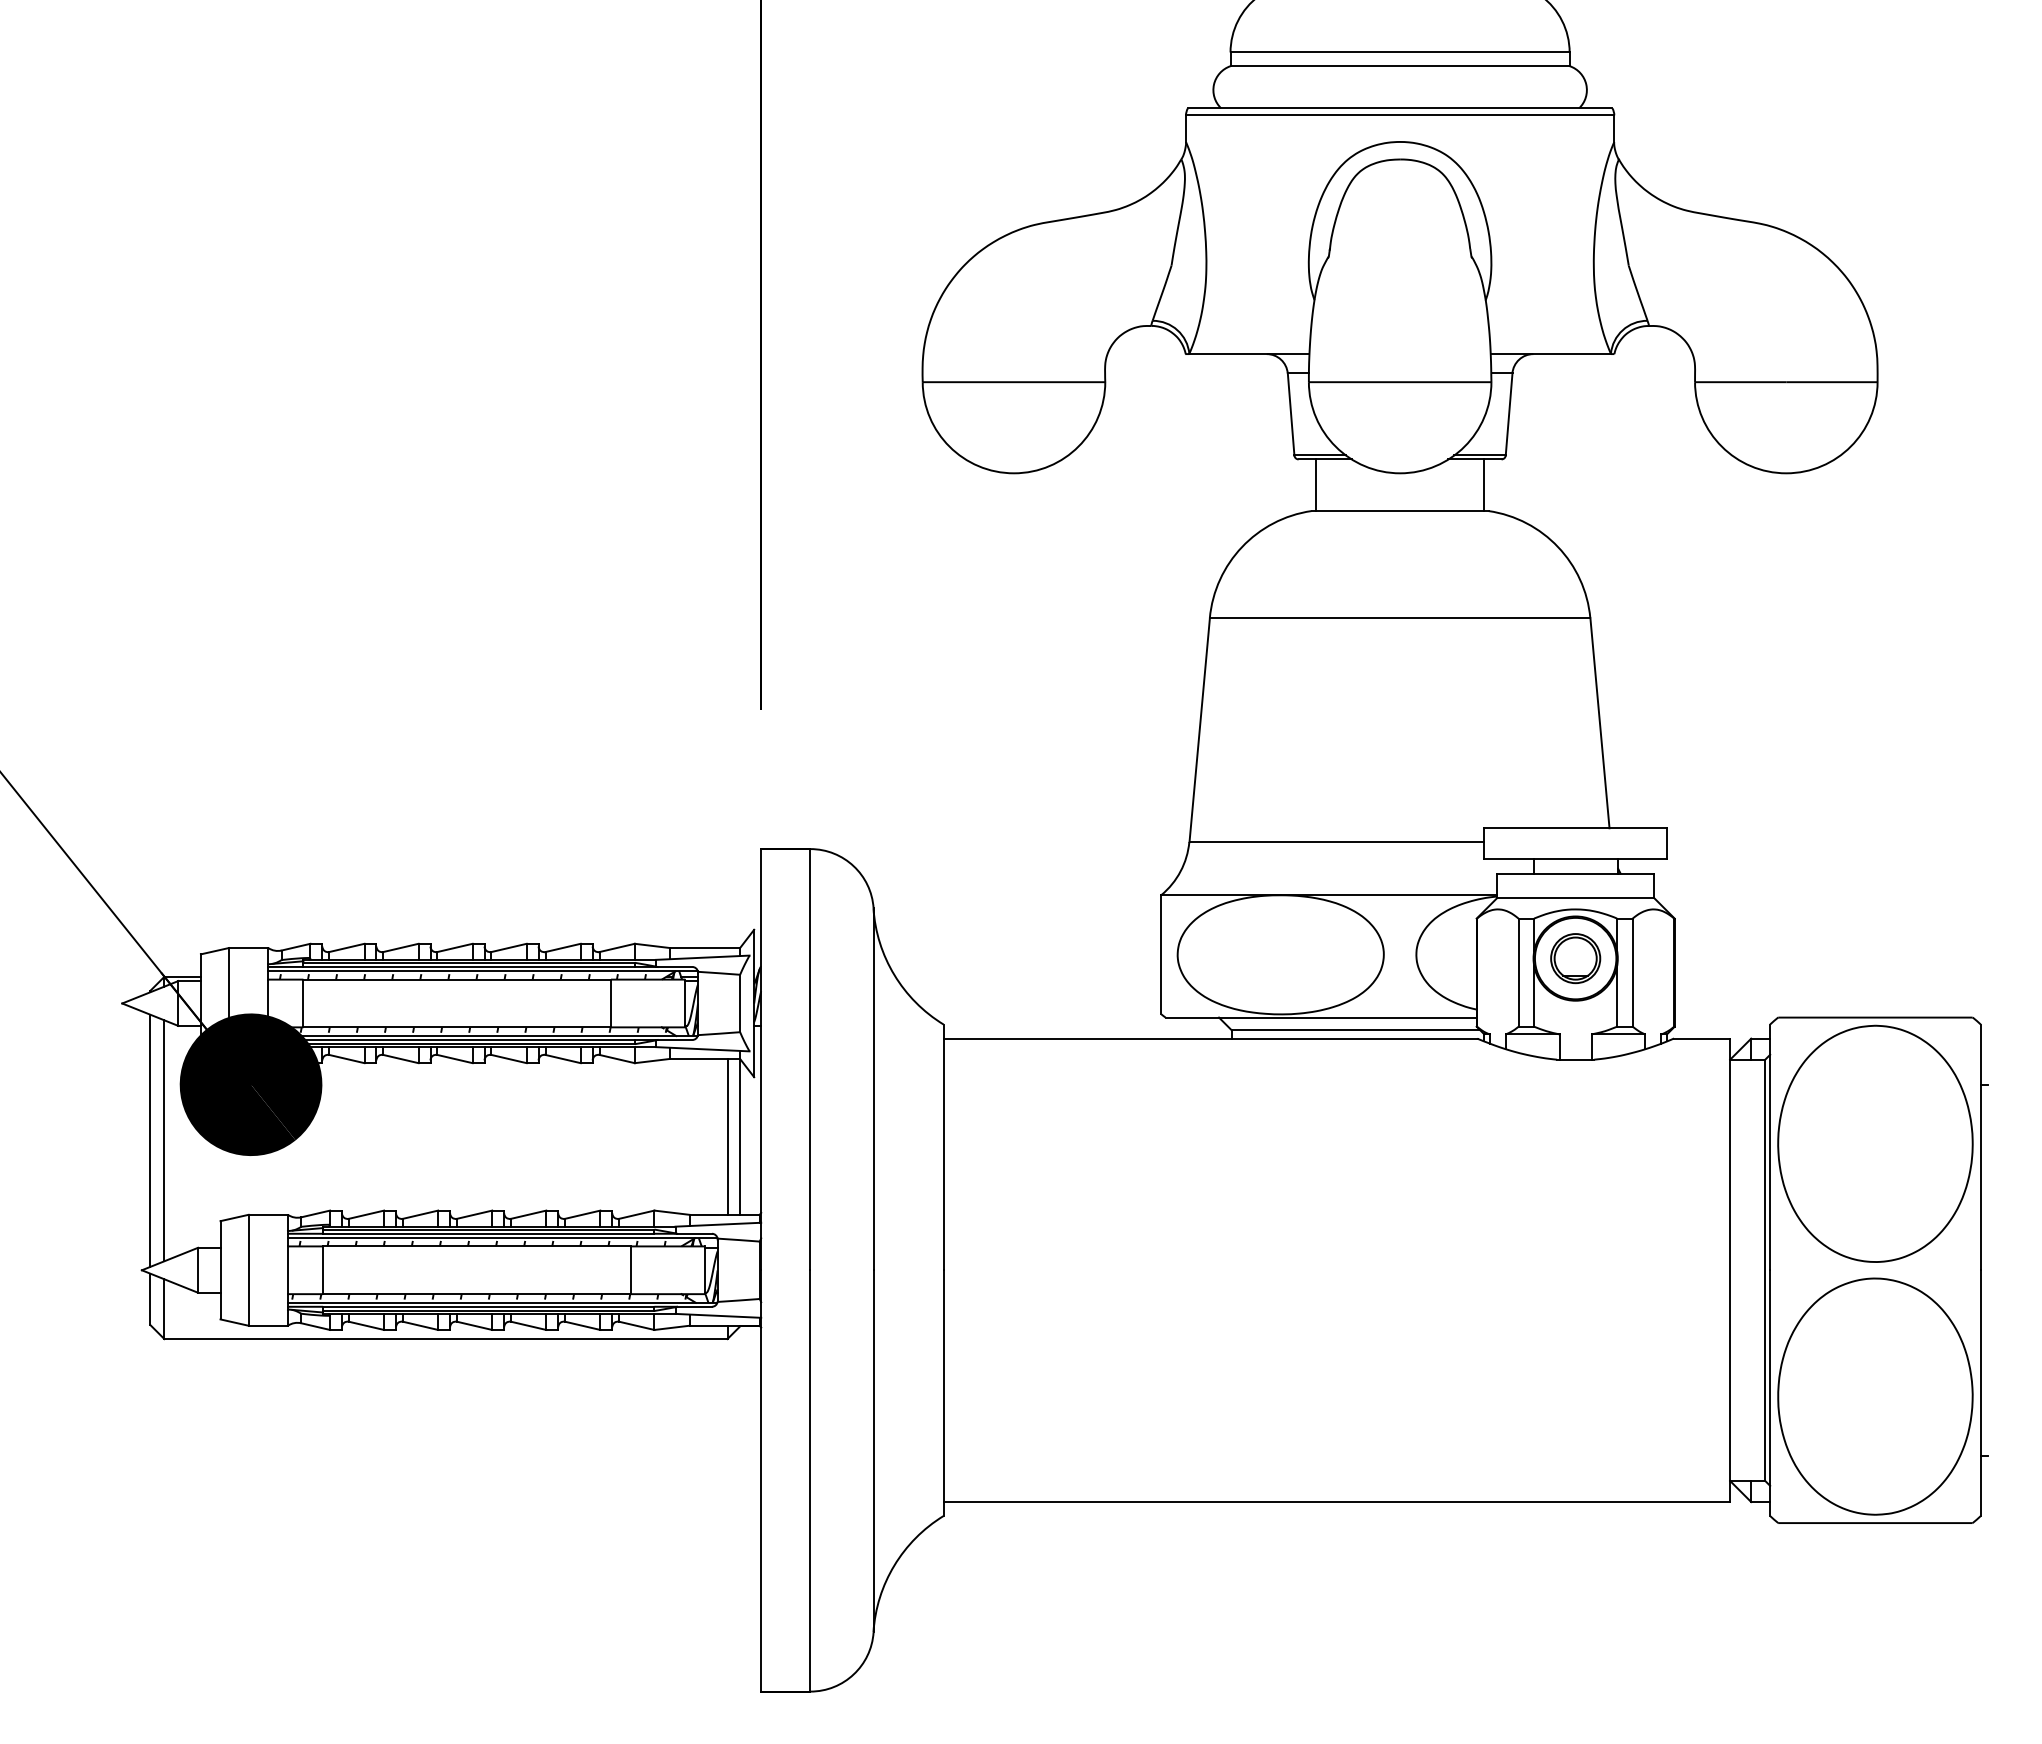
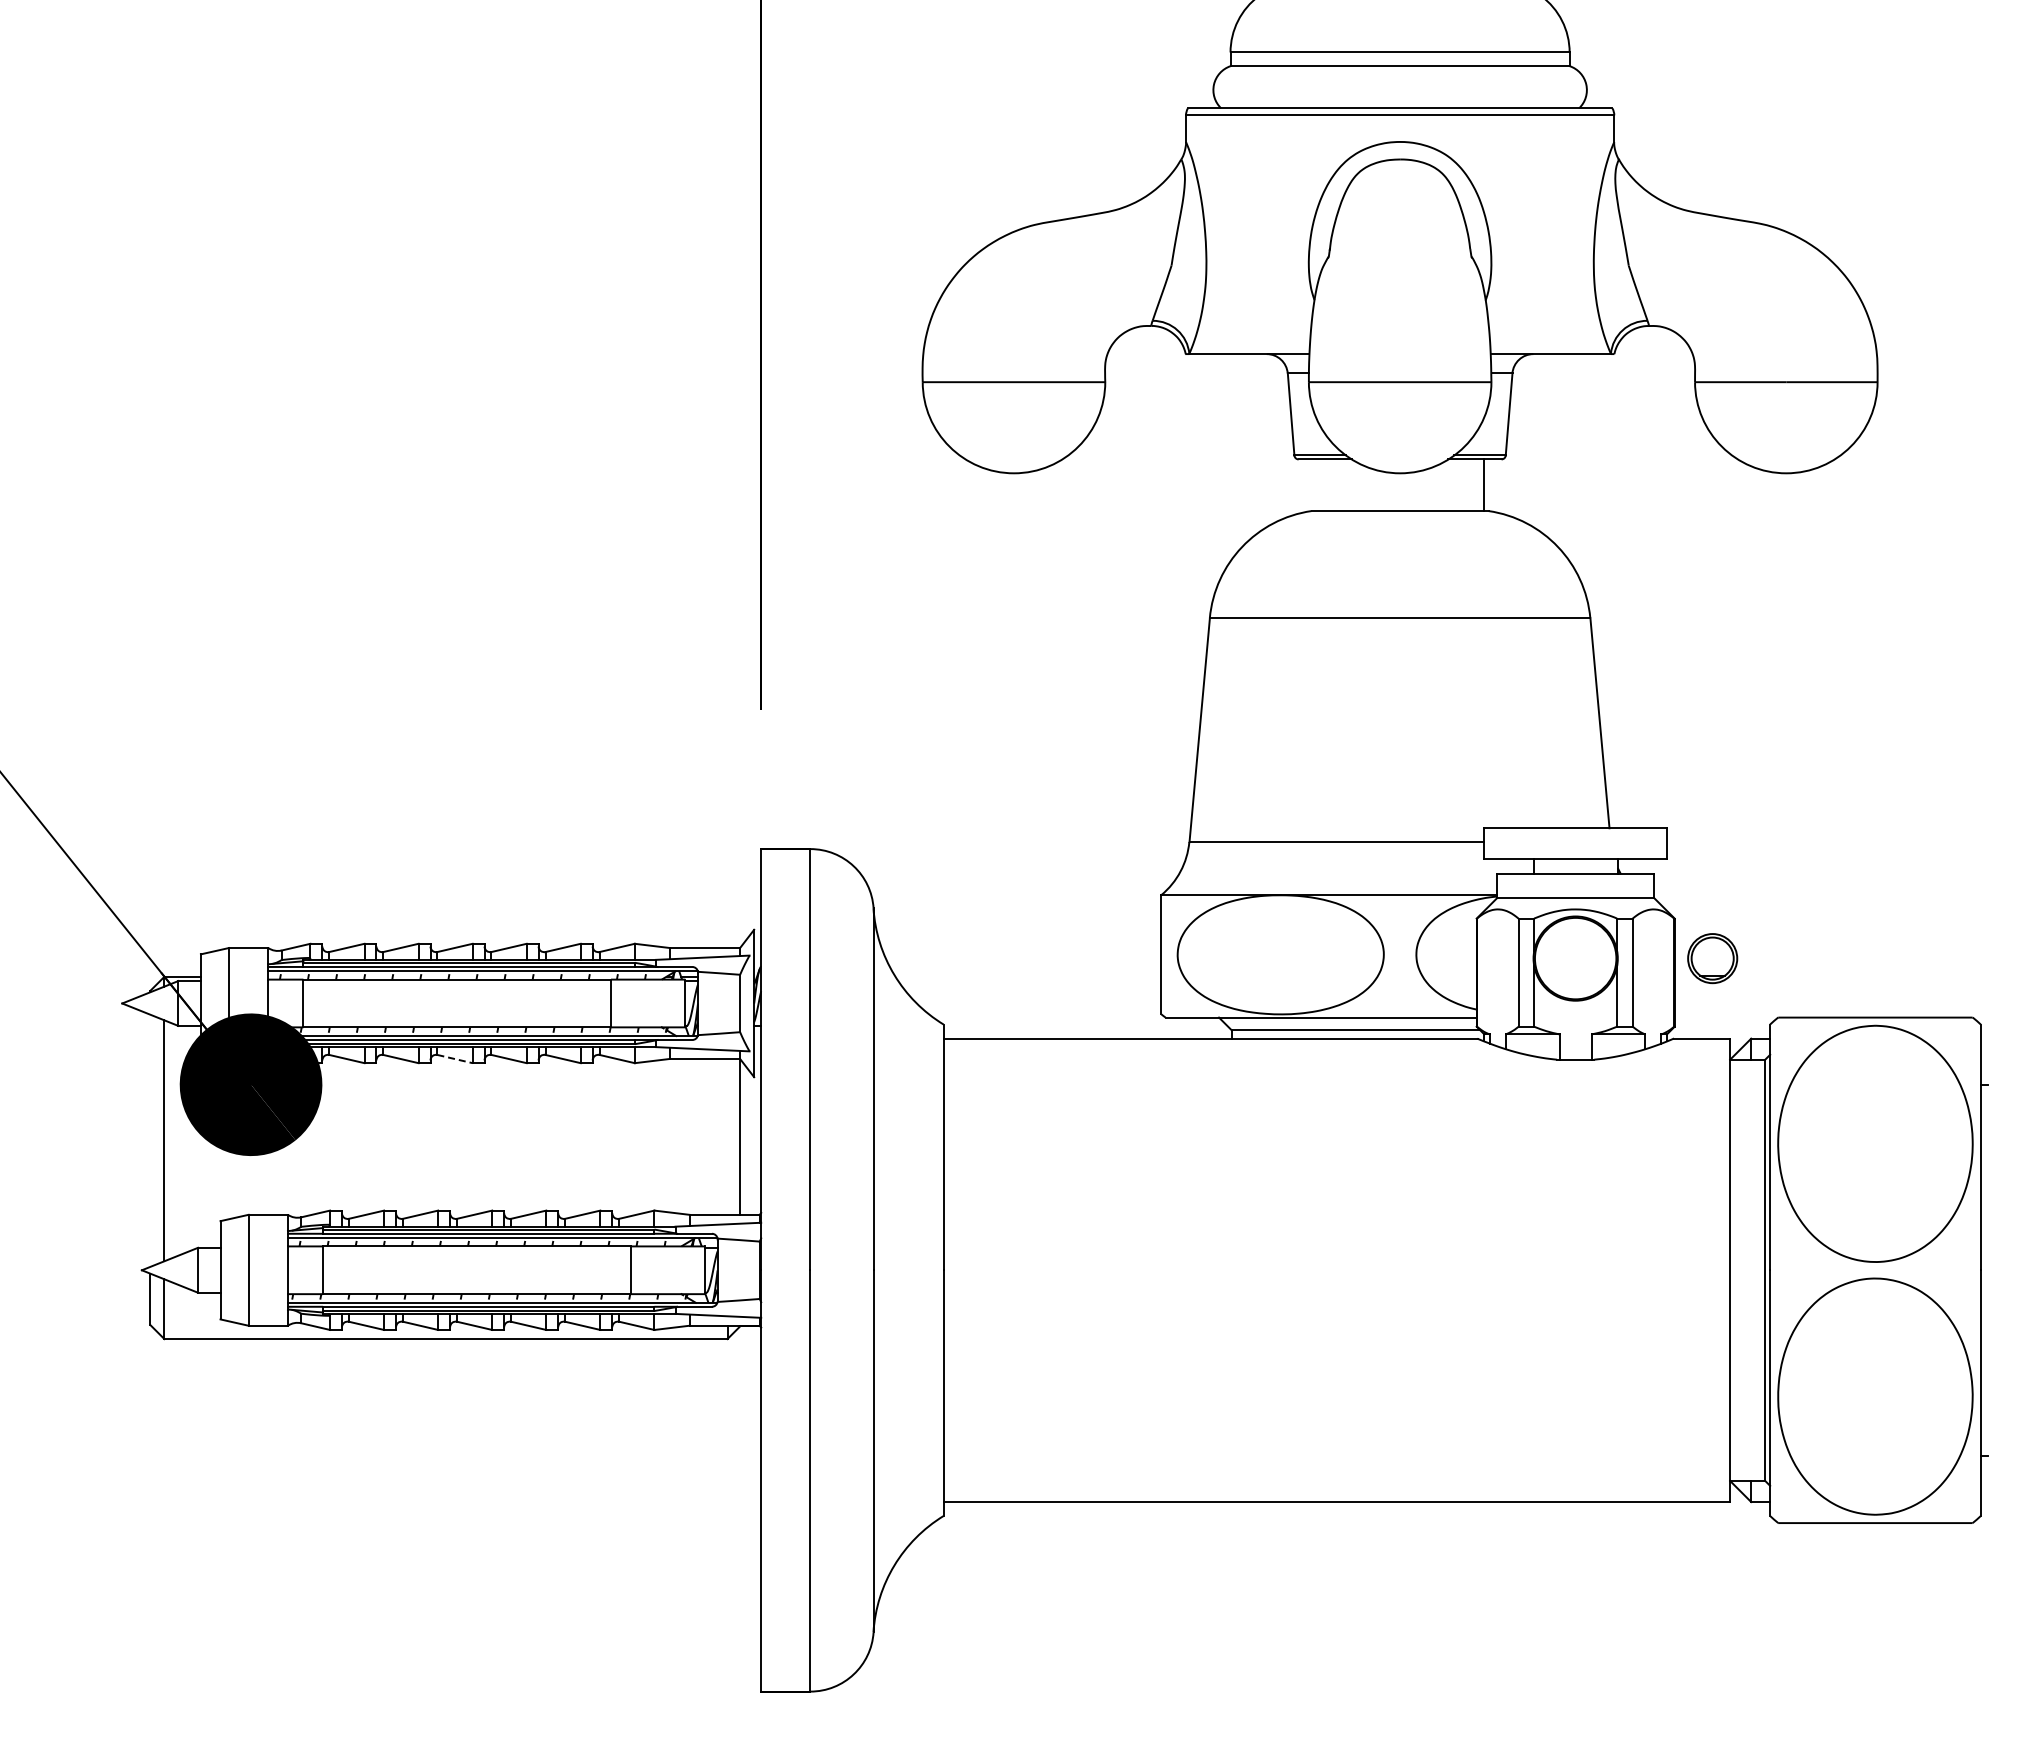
line at (1315, 484): present -> none
part at (1575, 958) position: (1575, 958) -> (1712, 958)
line at (455, 1059): solid -> dashed
line at (727, 1136): present -> none
line at (150, 1140): present -> none
